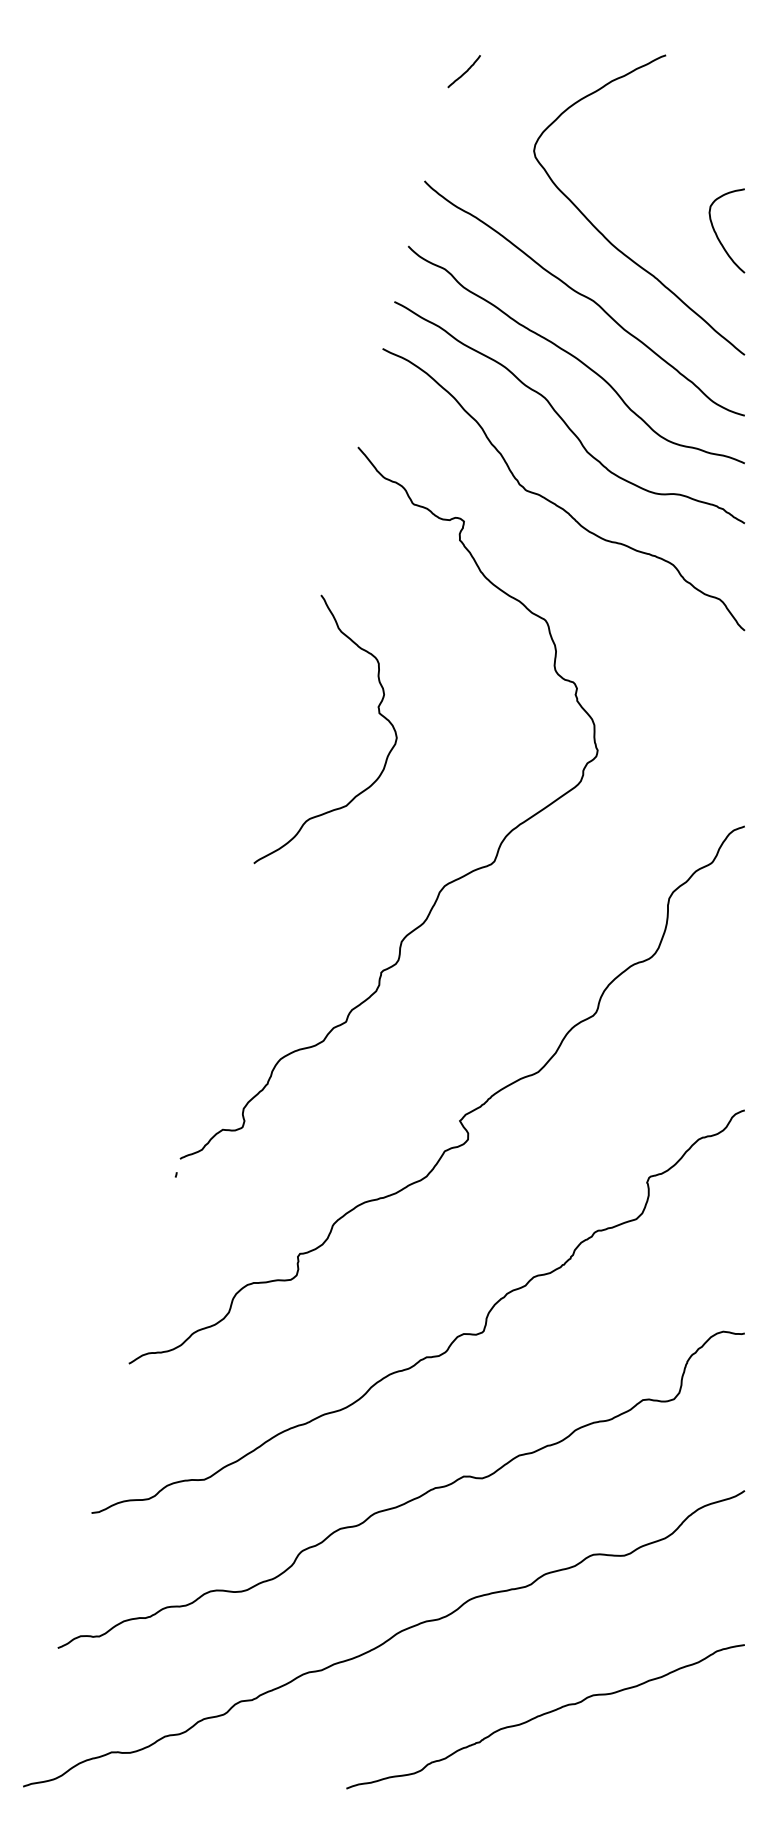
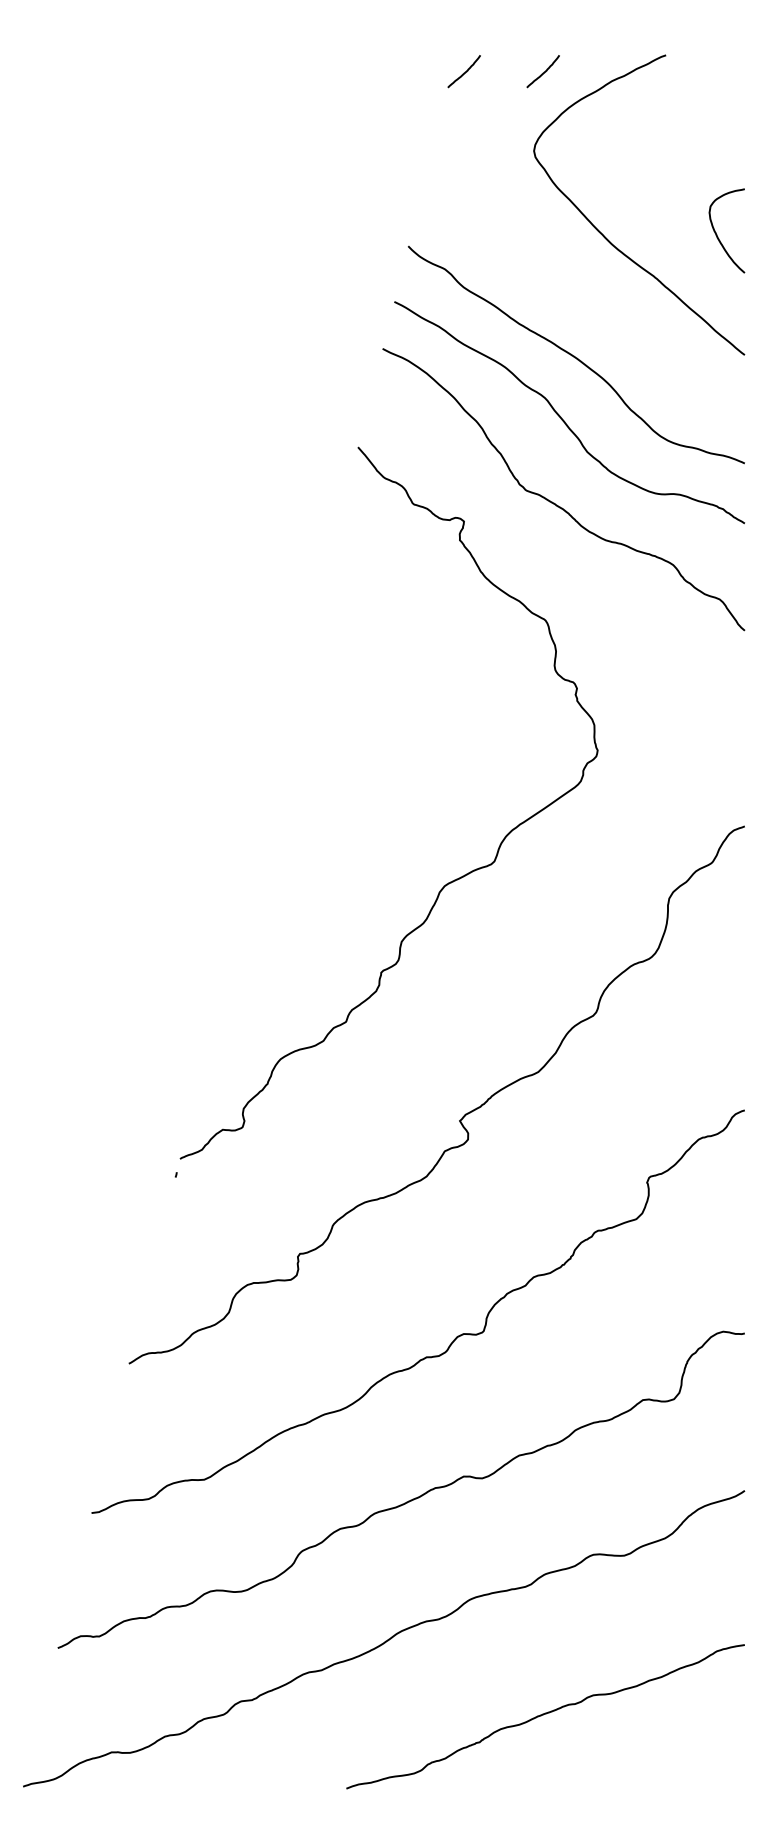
curve at (542, 72): none -> present
curve at (584, 297): present -> none
curve at (378, 713): present -> none
